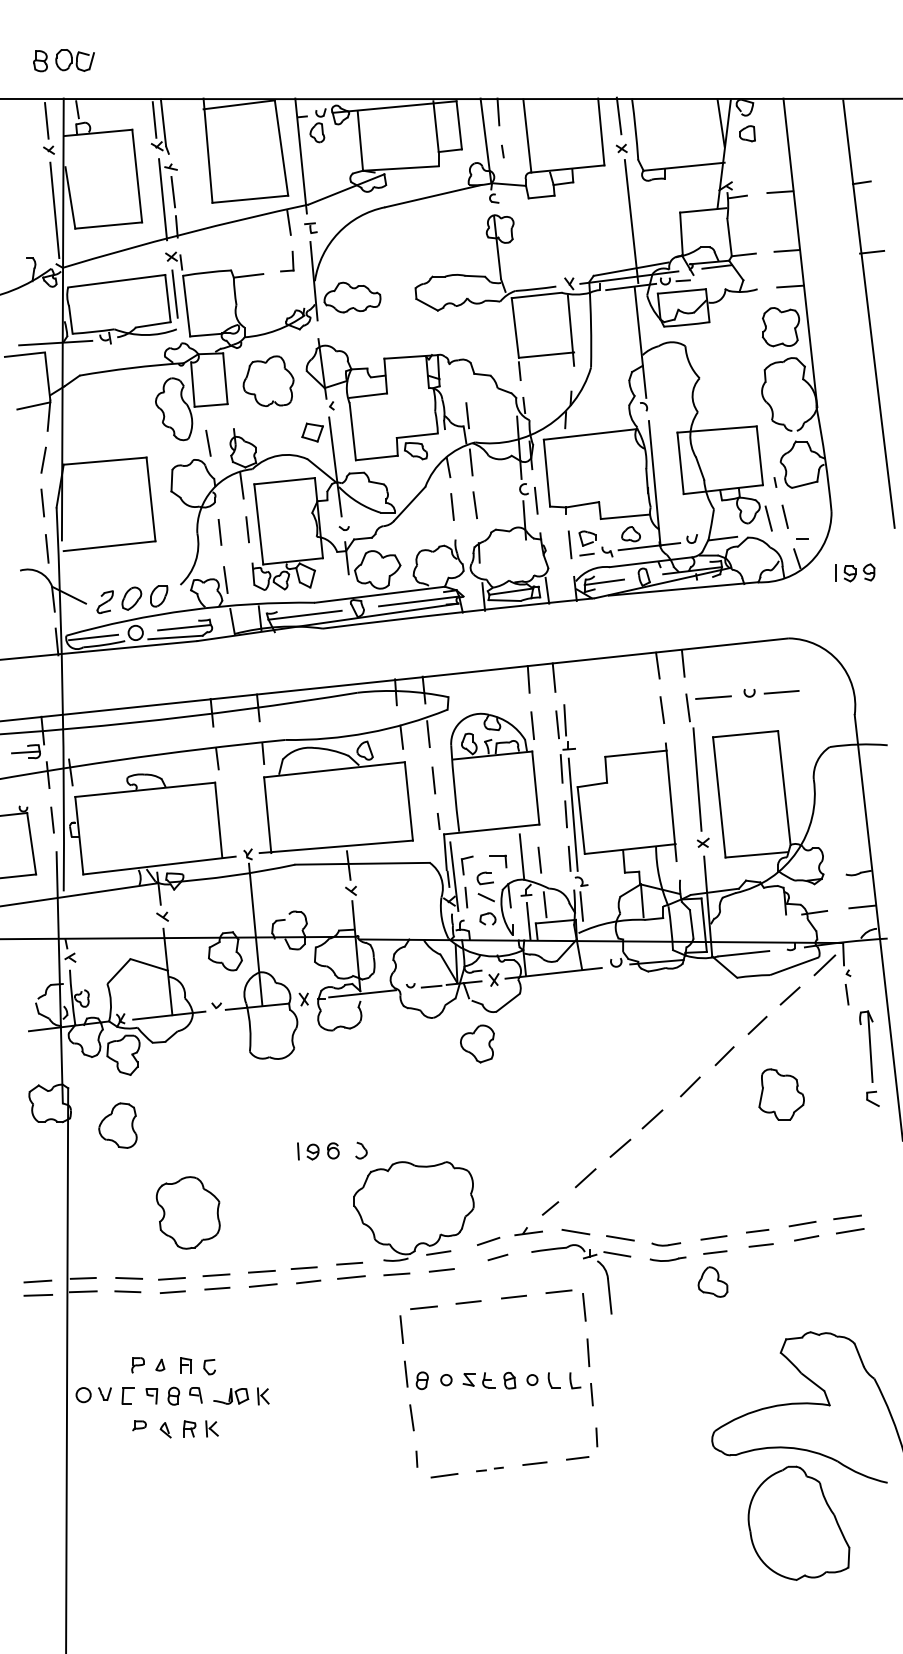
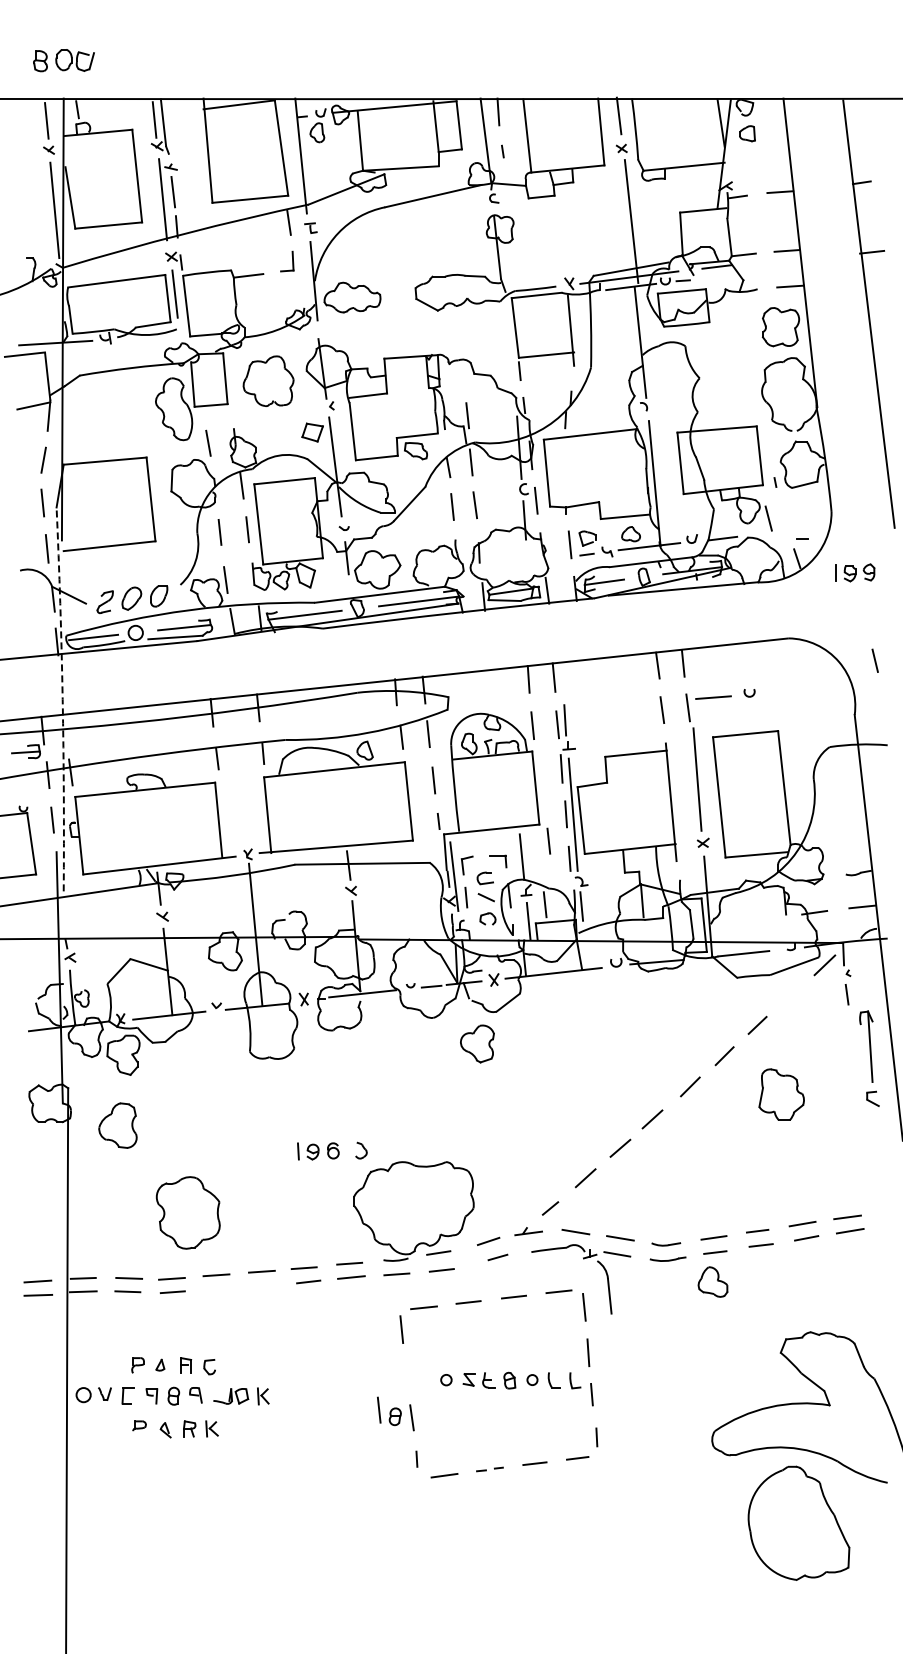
line at (784, 516) position: (784, 516) -> (874, 660)
line at (781, 691): present -> none
arc at (62, 699): solid -> dashed
line at (539, 859) position: (539, 859) -> (548, 840)
line at (789, 995): present -> none
line at (262, 1285): present -> none
line at (217, 1288): present -> none
part at (416, 1375) position: (416, 1375) -> (389, 1411)
